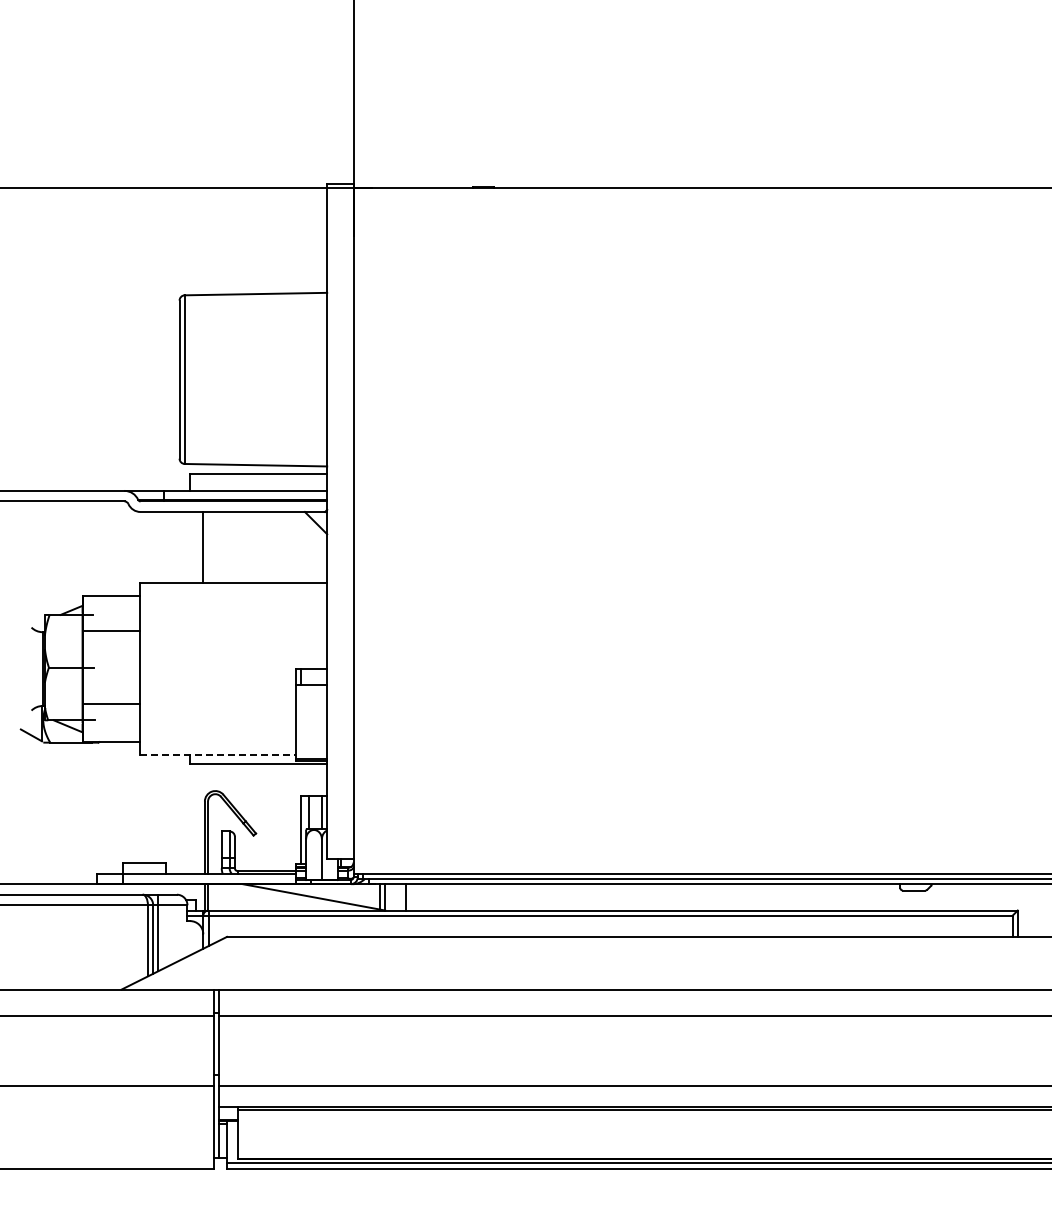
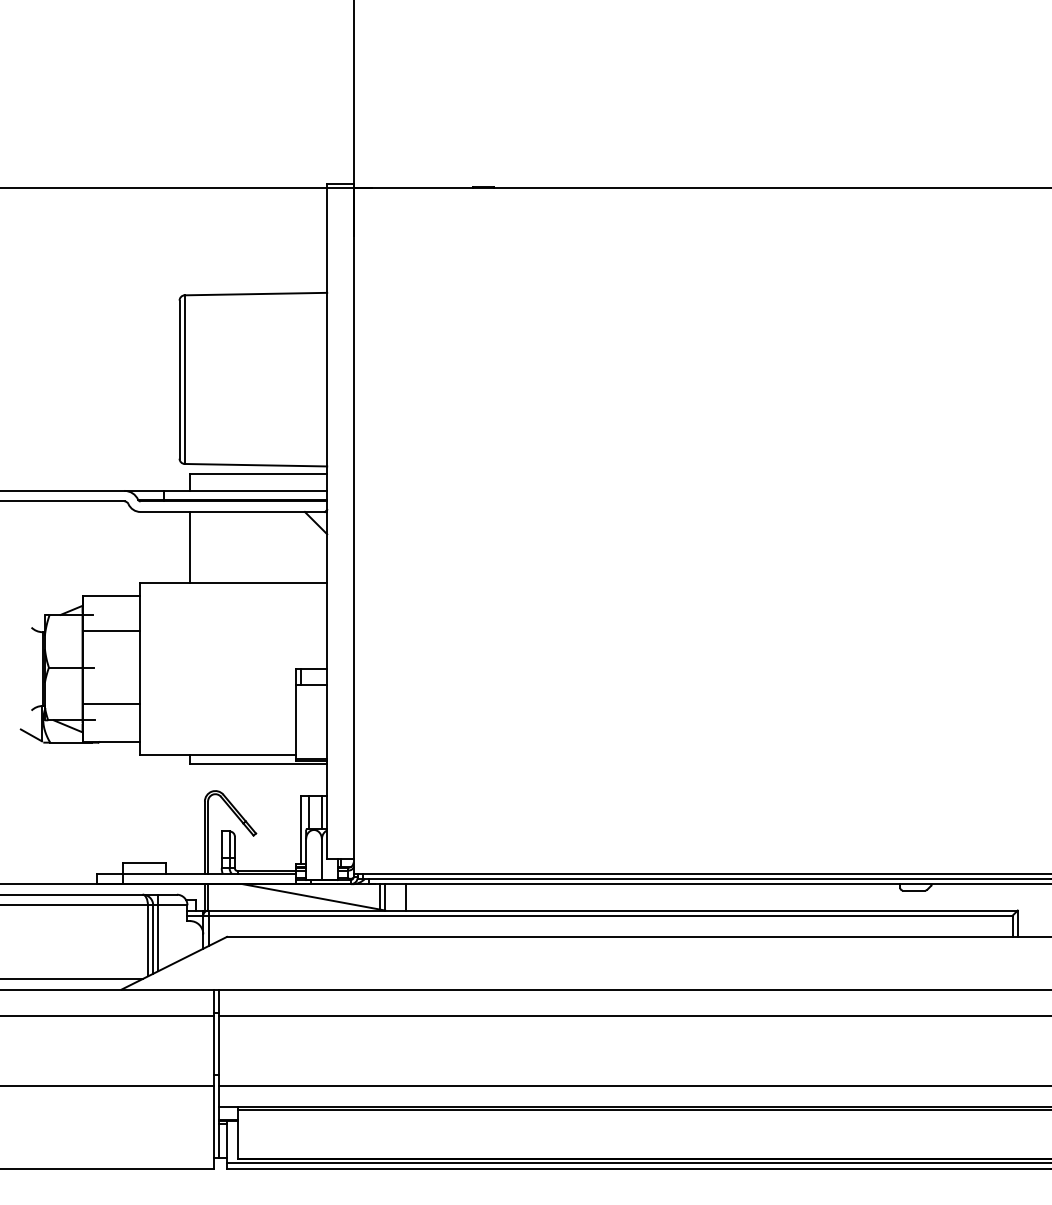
line at (202, 547) position: (202, 547) -> (189, 547)
line at (217, 755): dashed -> solid
line at (72, 979): none -> present
